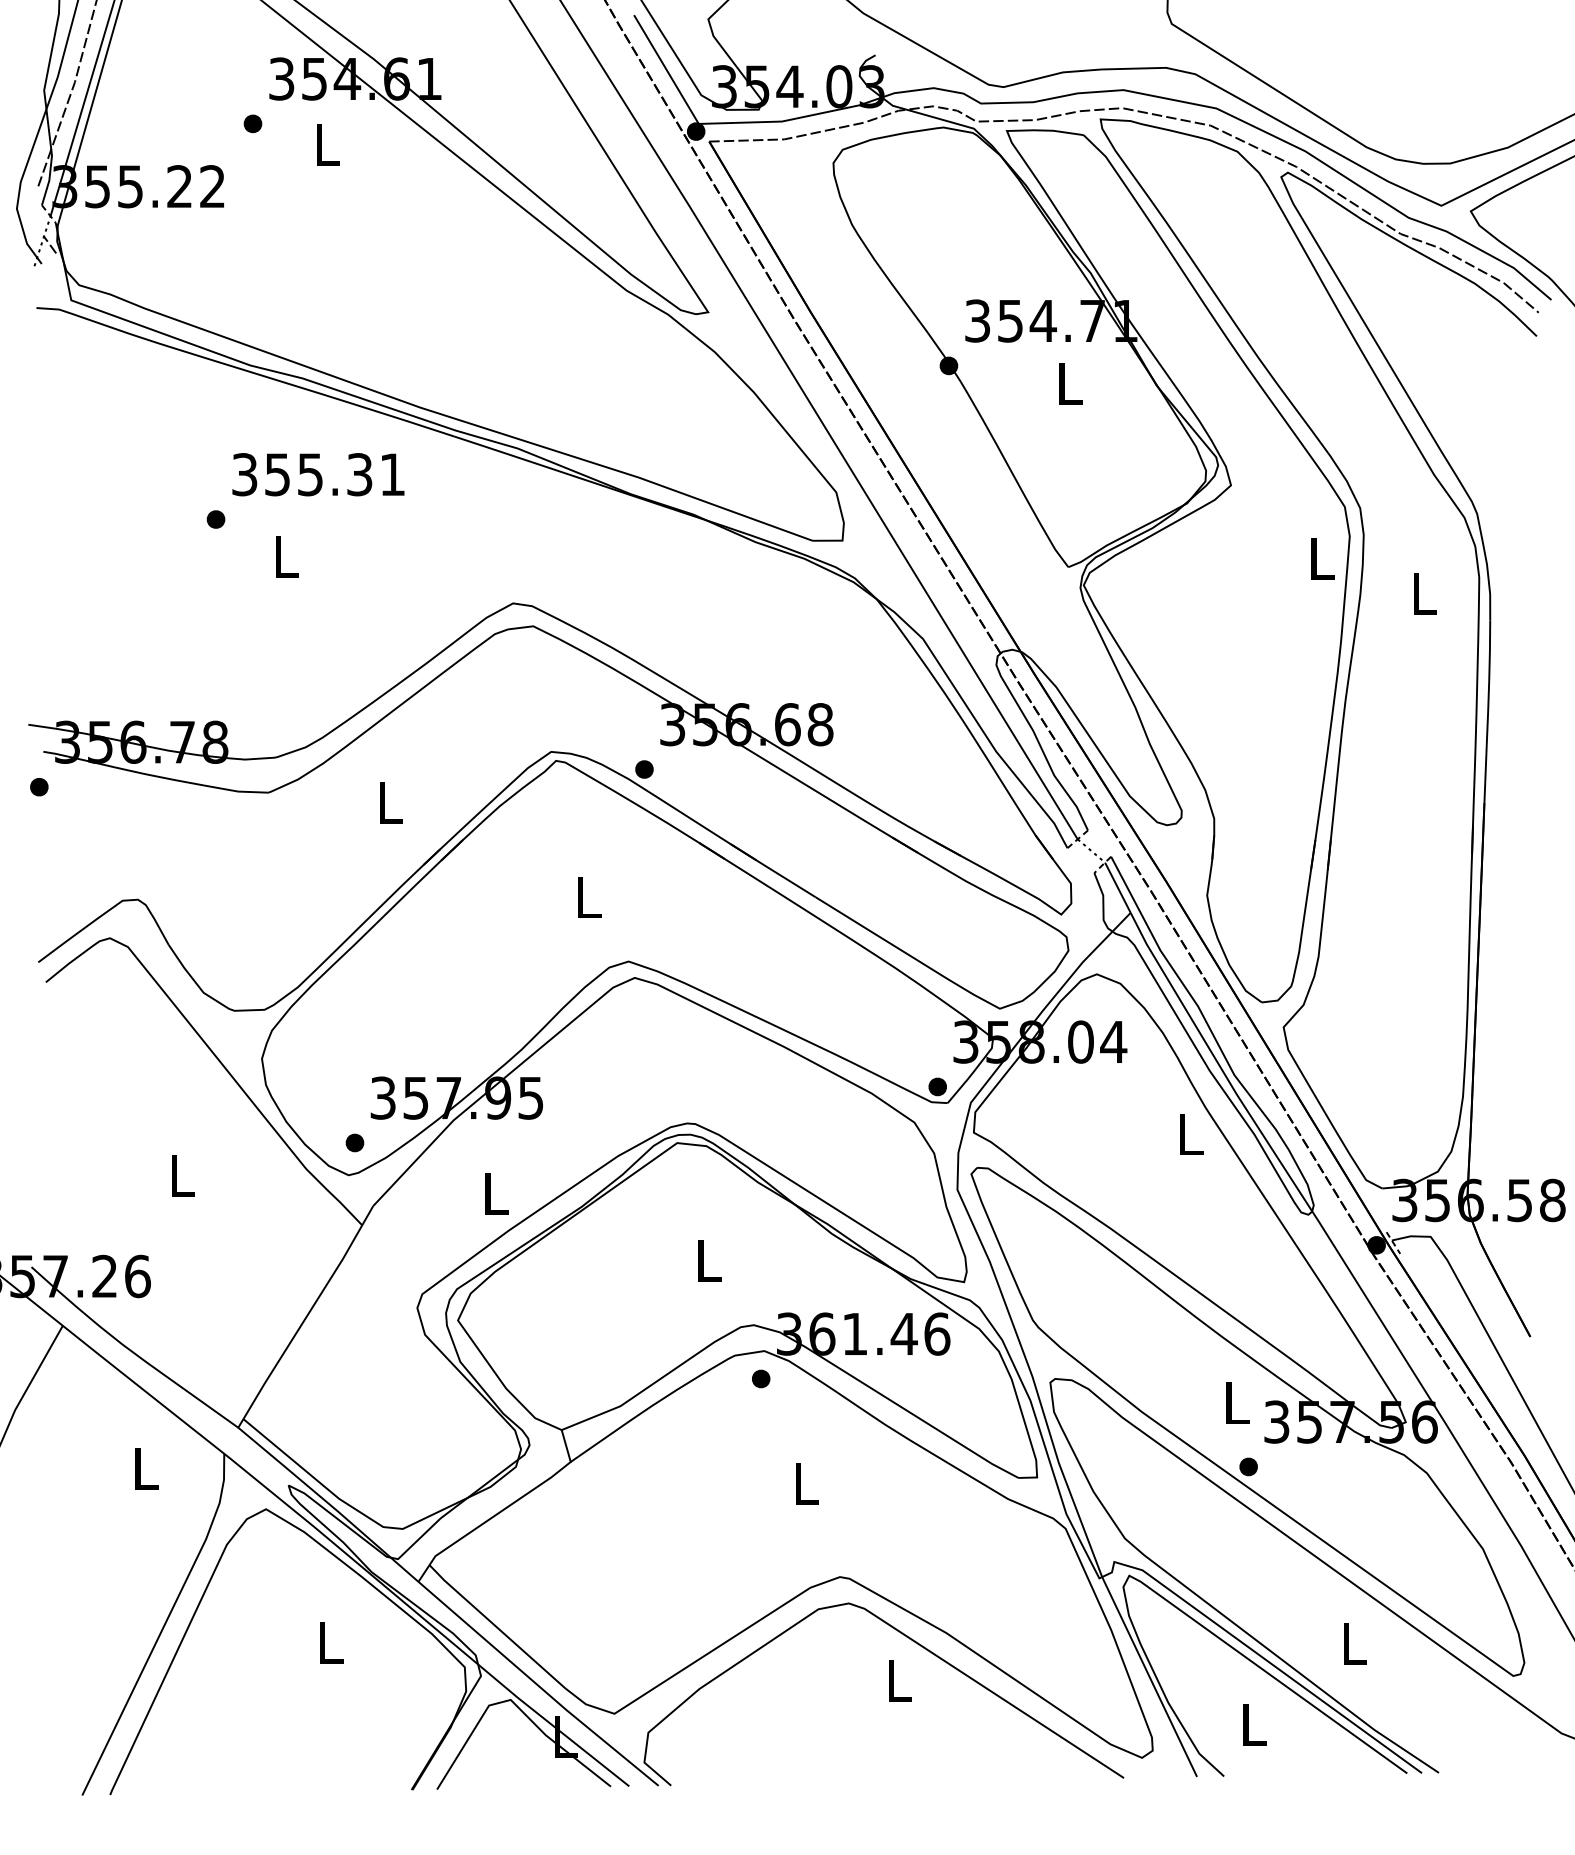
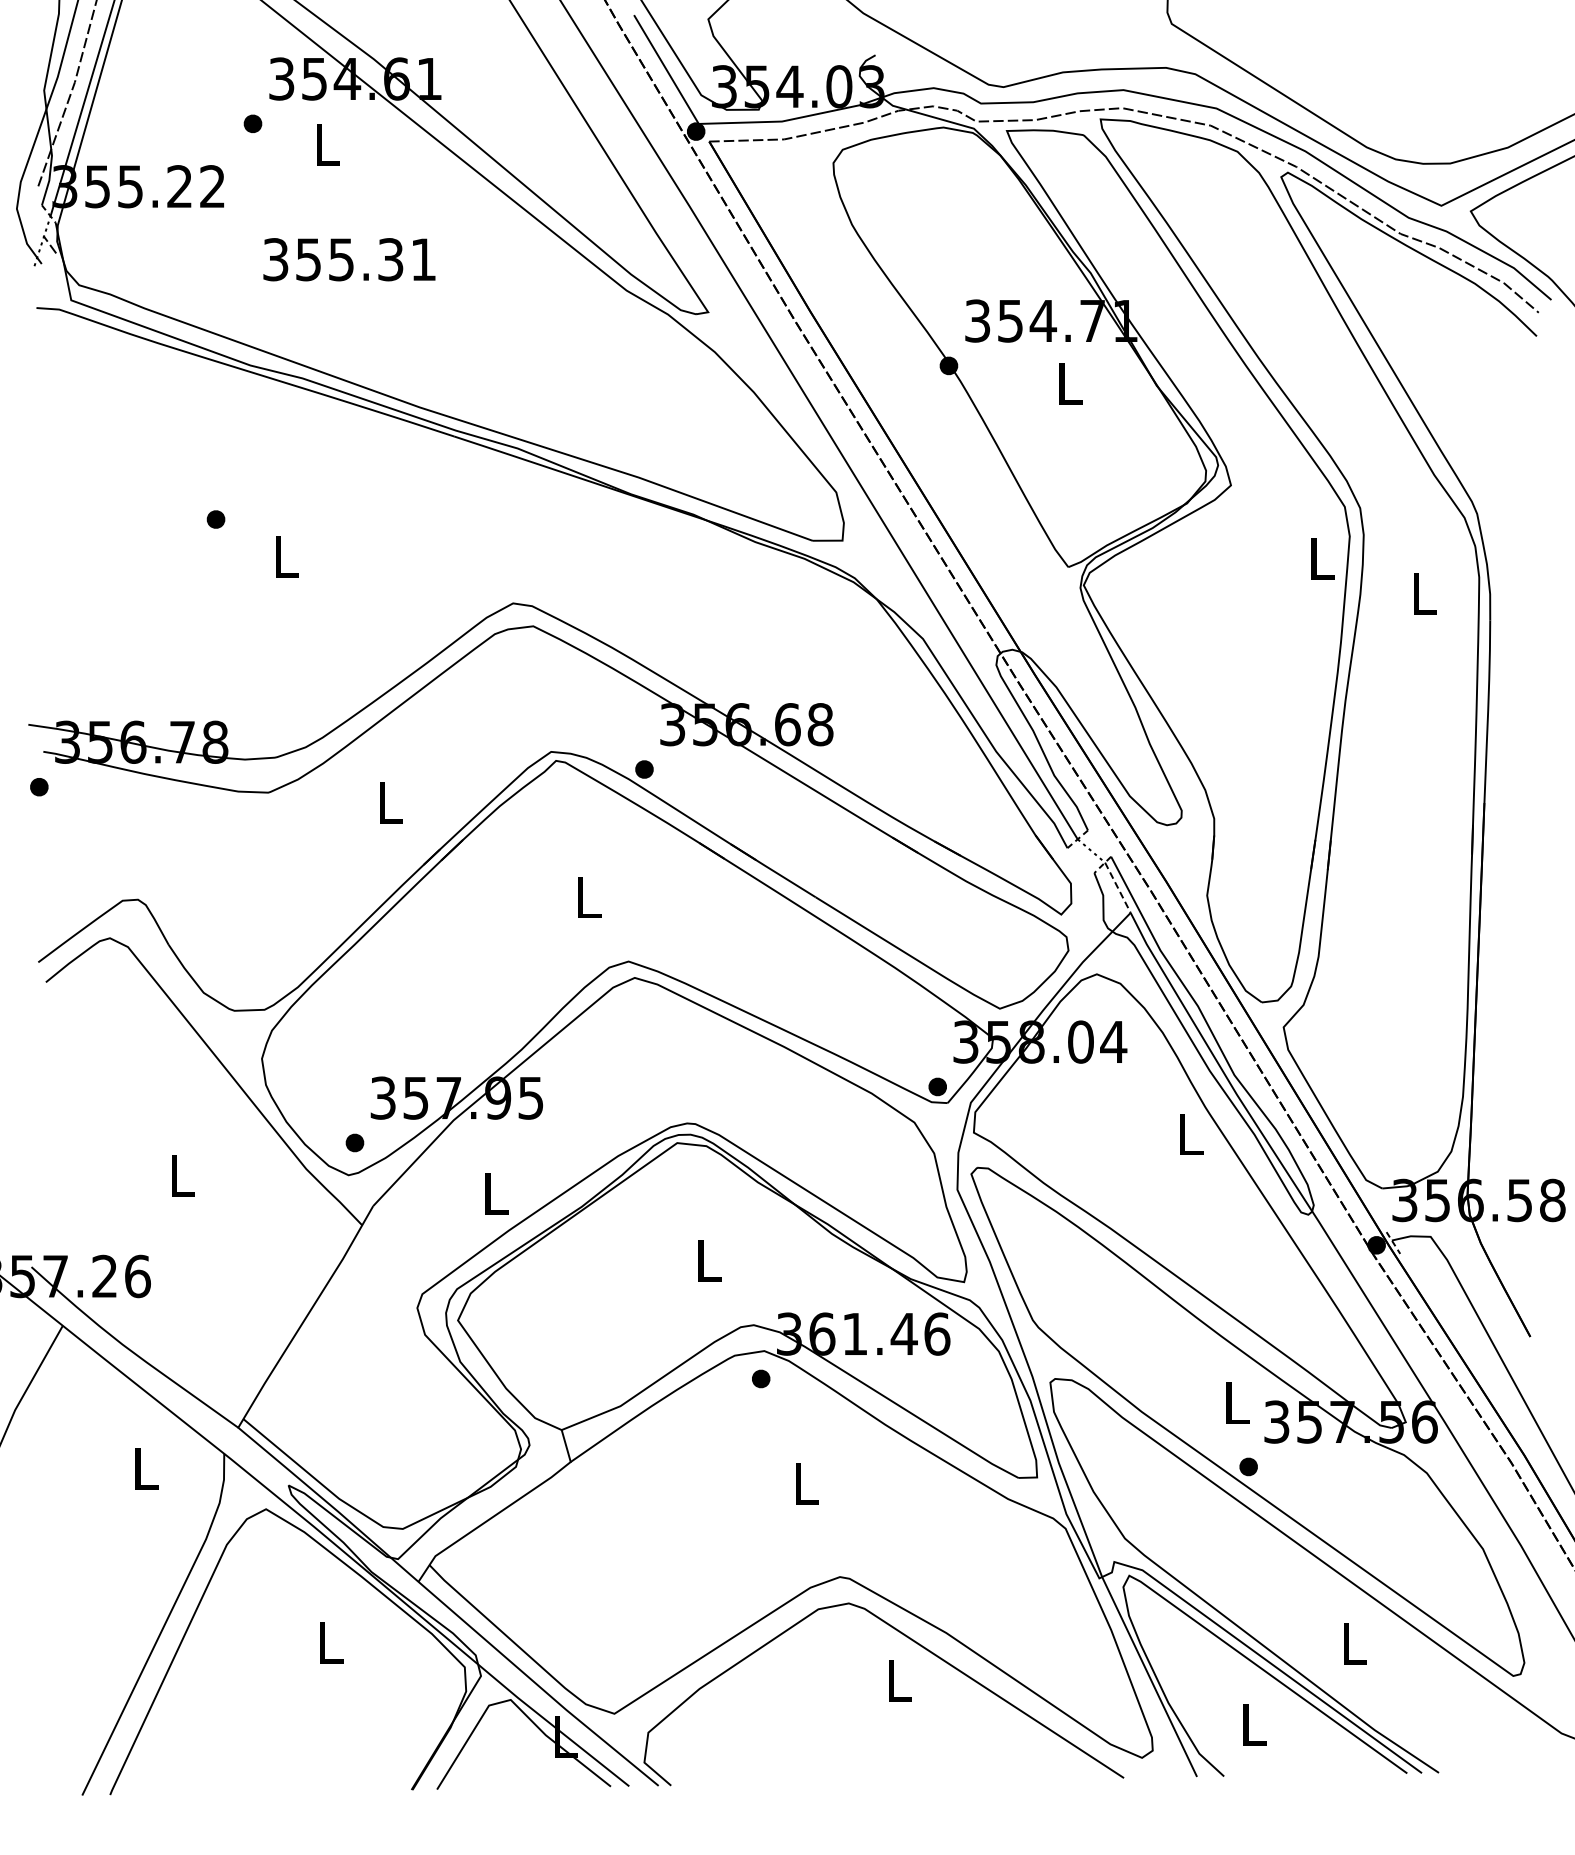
text at (318, 474) position: (318, 474) -> (349, 259)
line at (1118, 888): solid -> dashed
